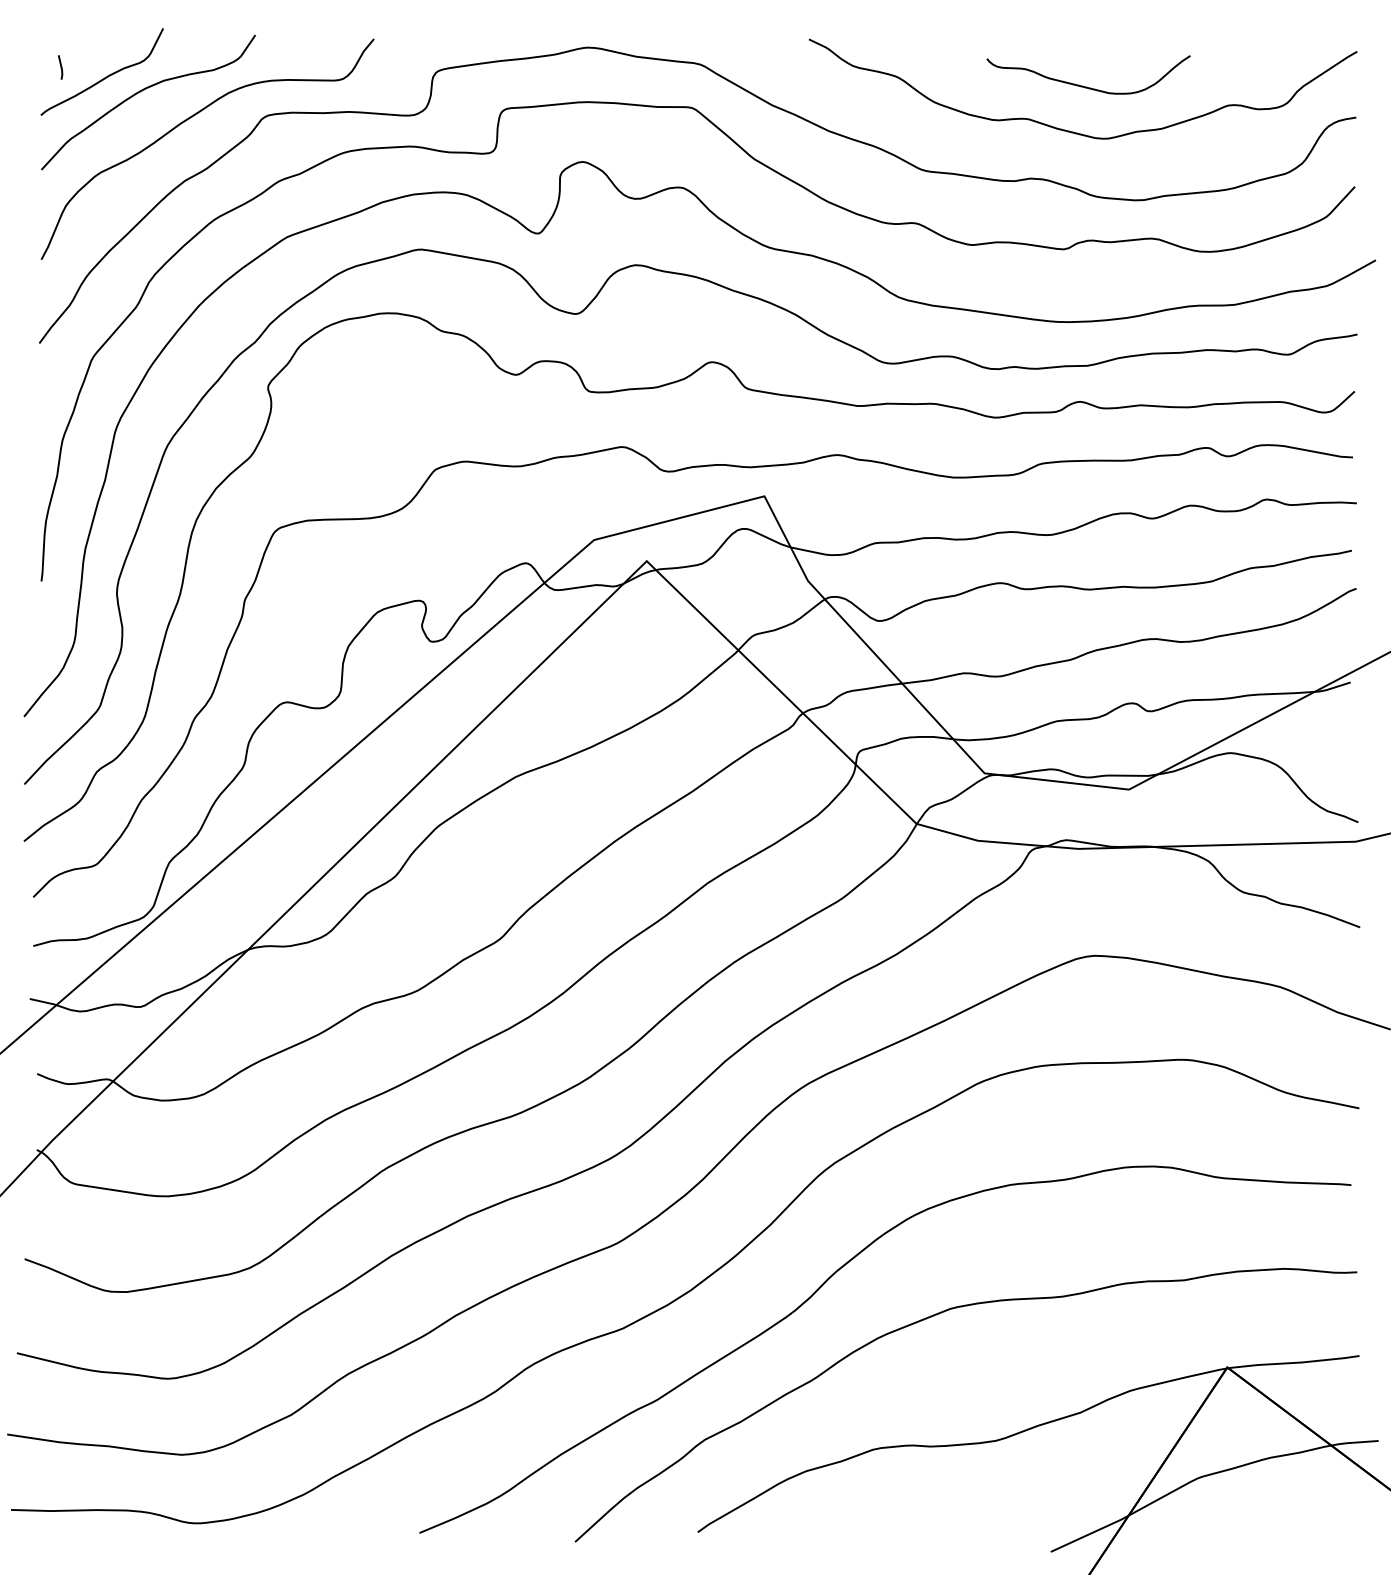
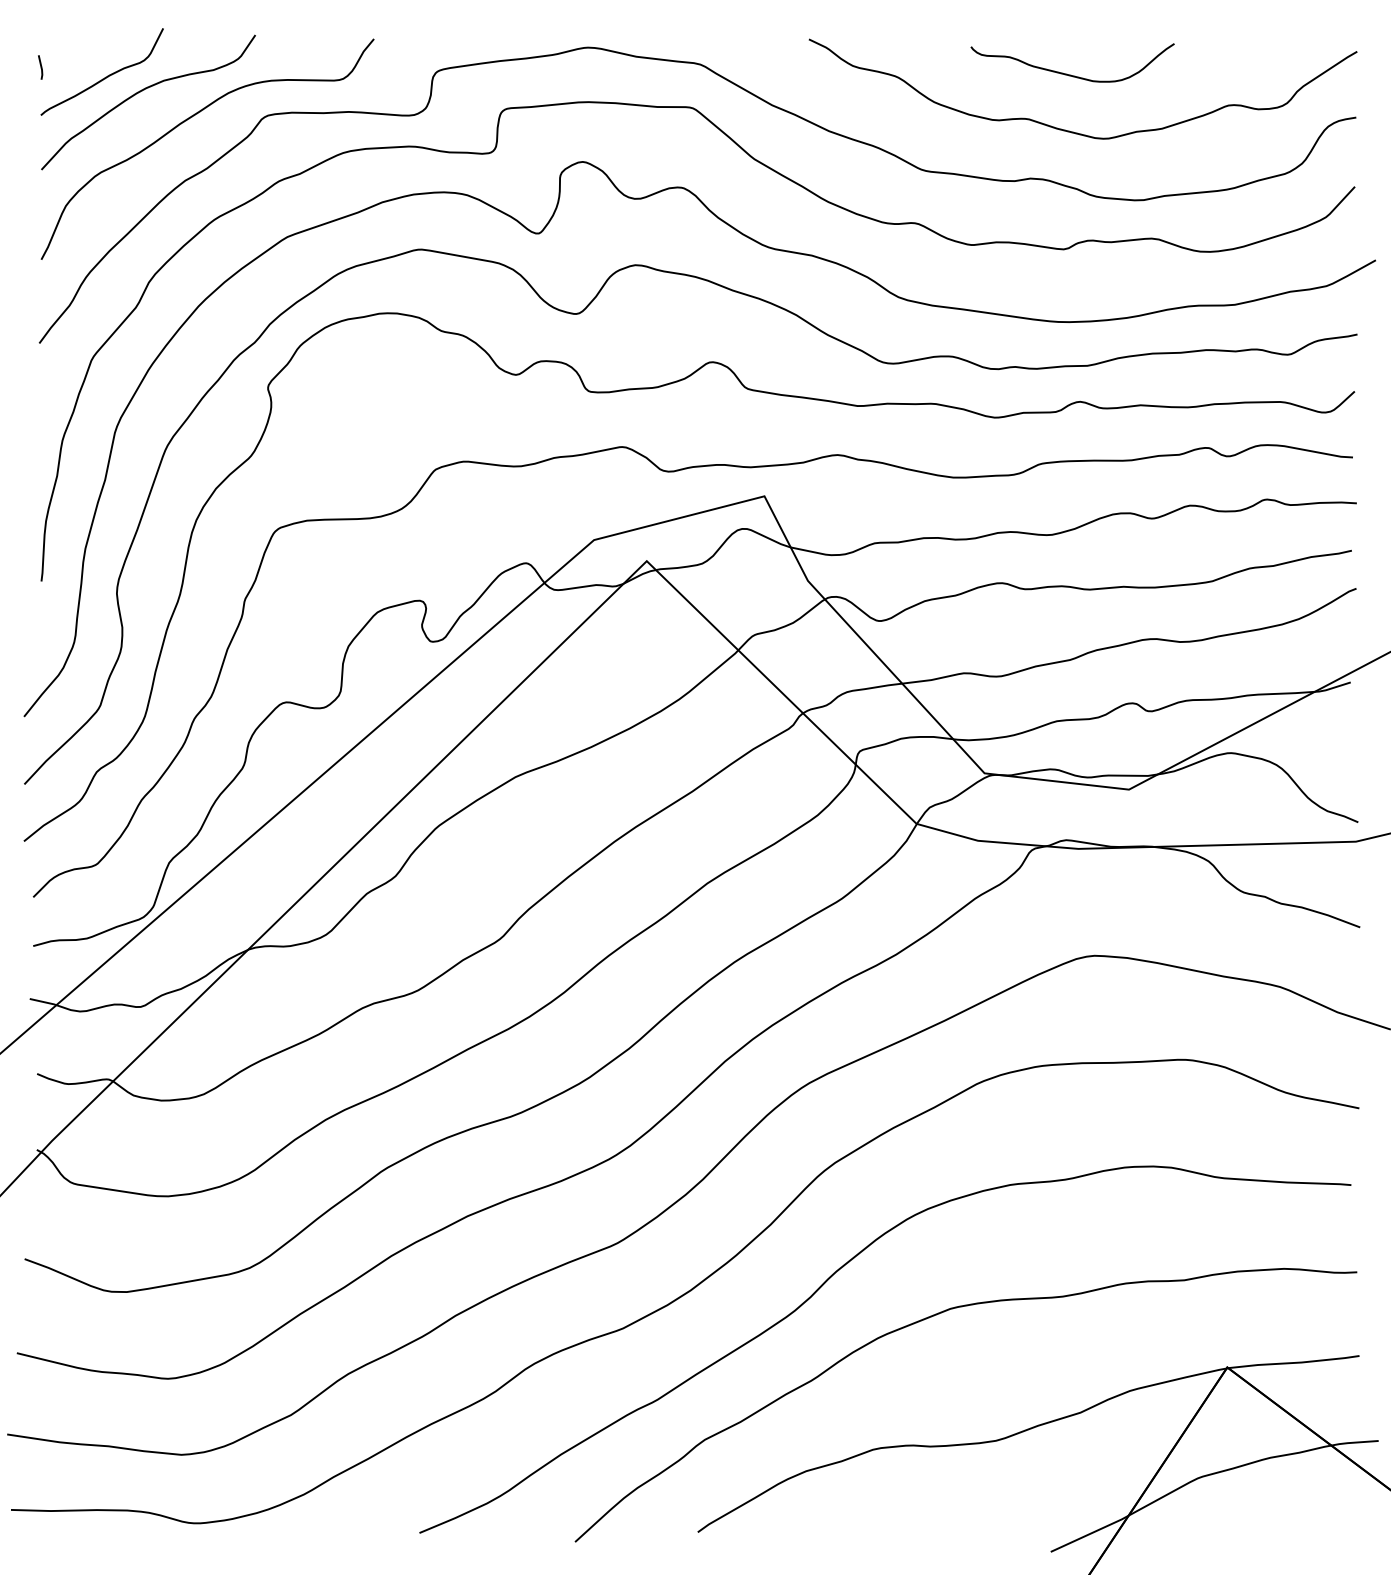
line at (60, 67) position: (60, 67) -> (40, 67)
curve at (1086, 86) position: (1086, 86) -> (1070, 74)
